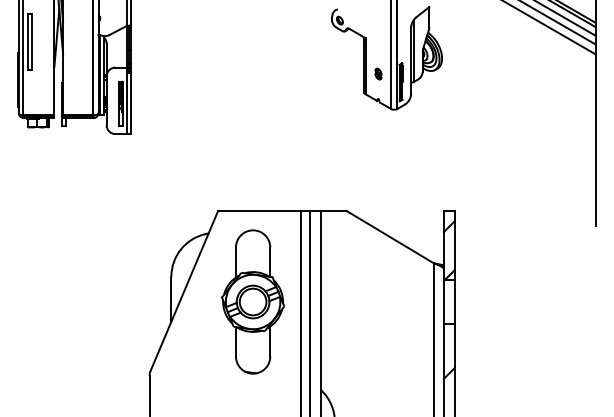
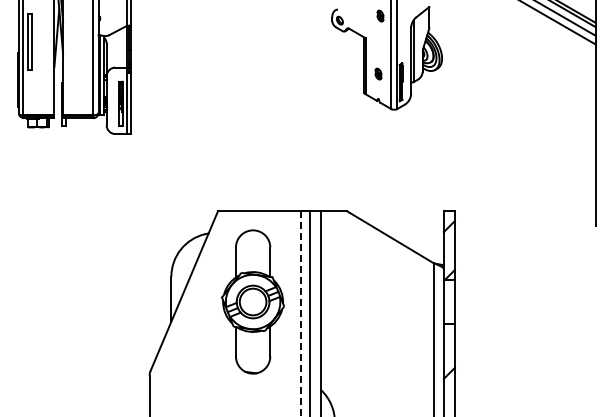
part at (380, 15): none -> present
line at (550, 28): present -> none
line at (300, 314): solid -> dashed
